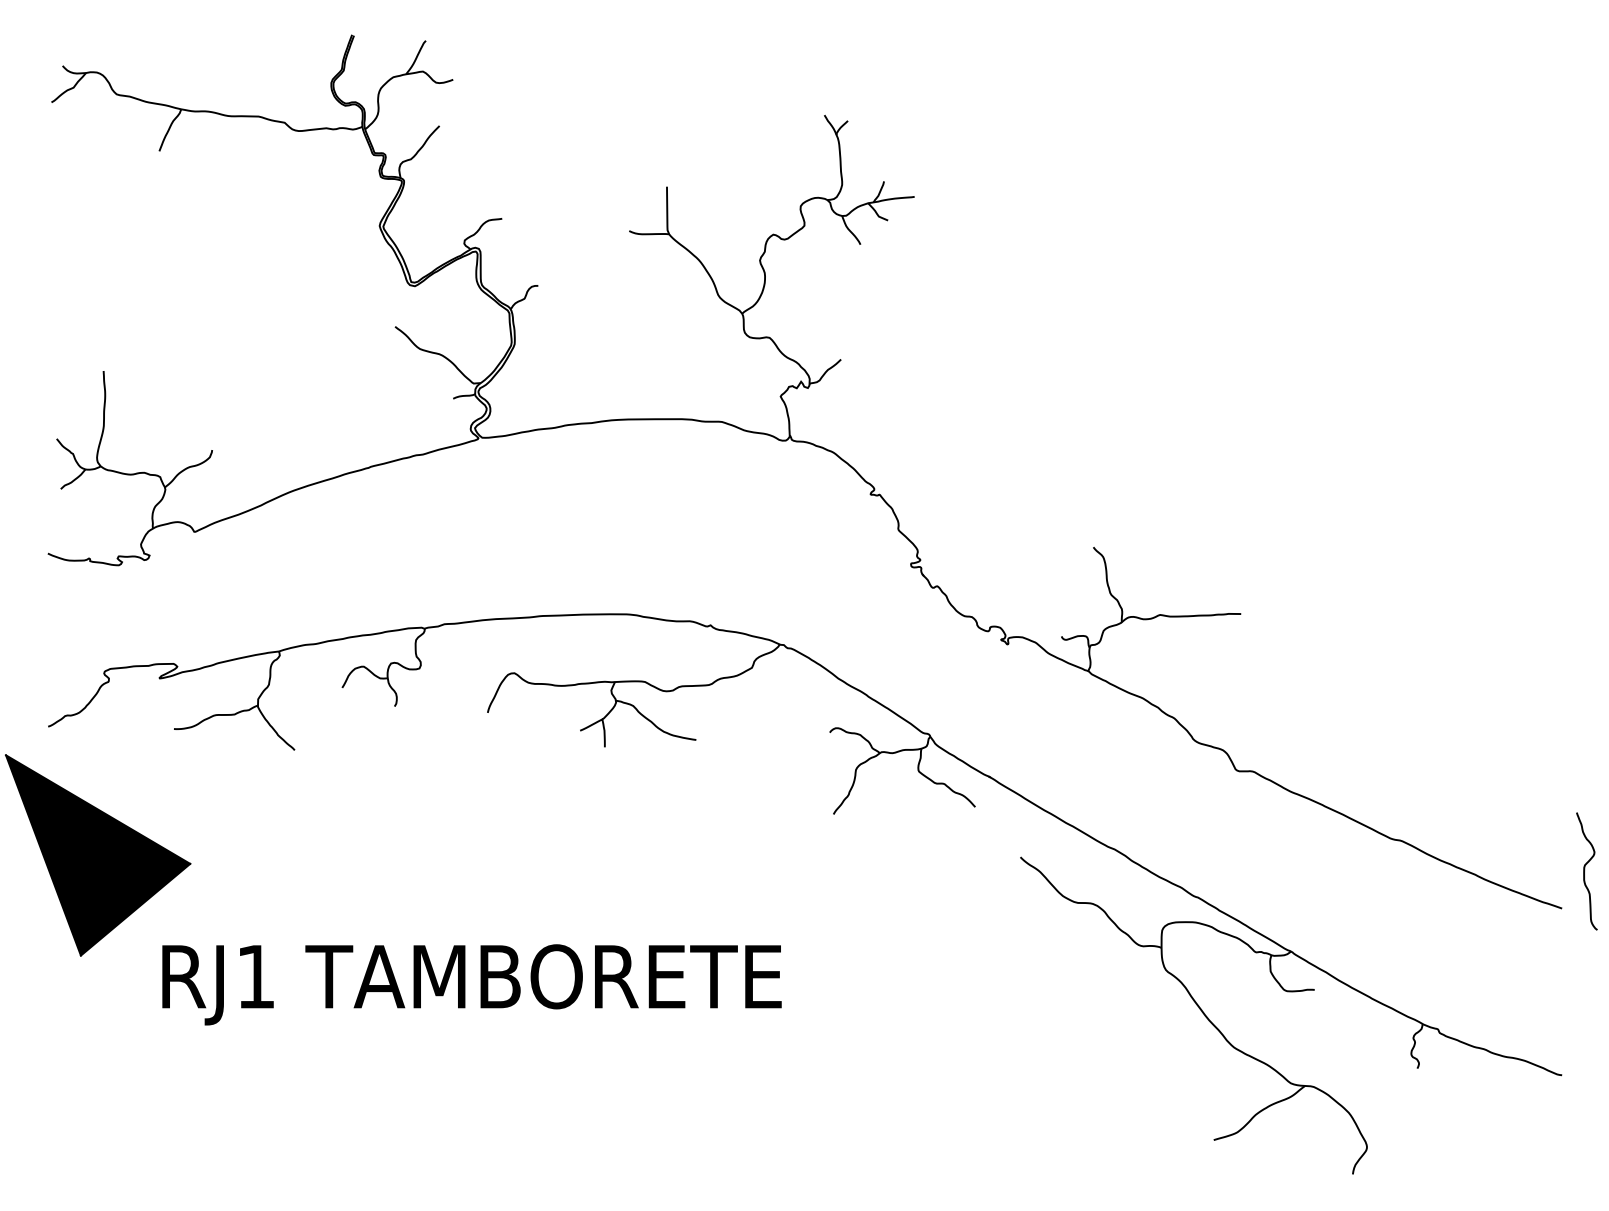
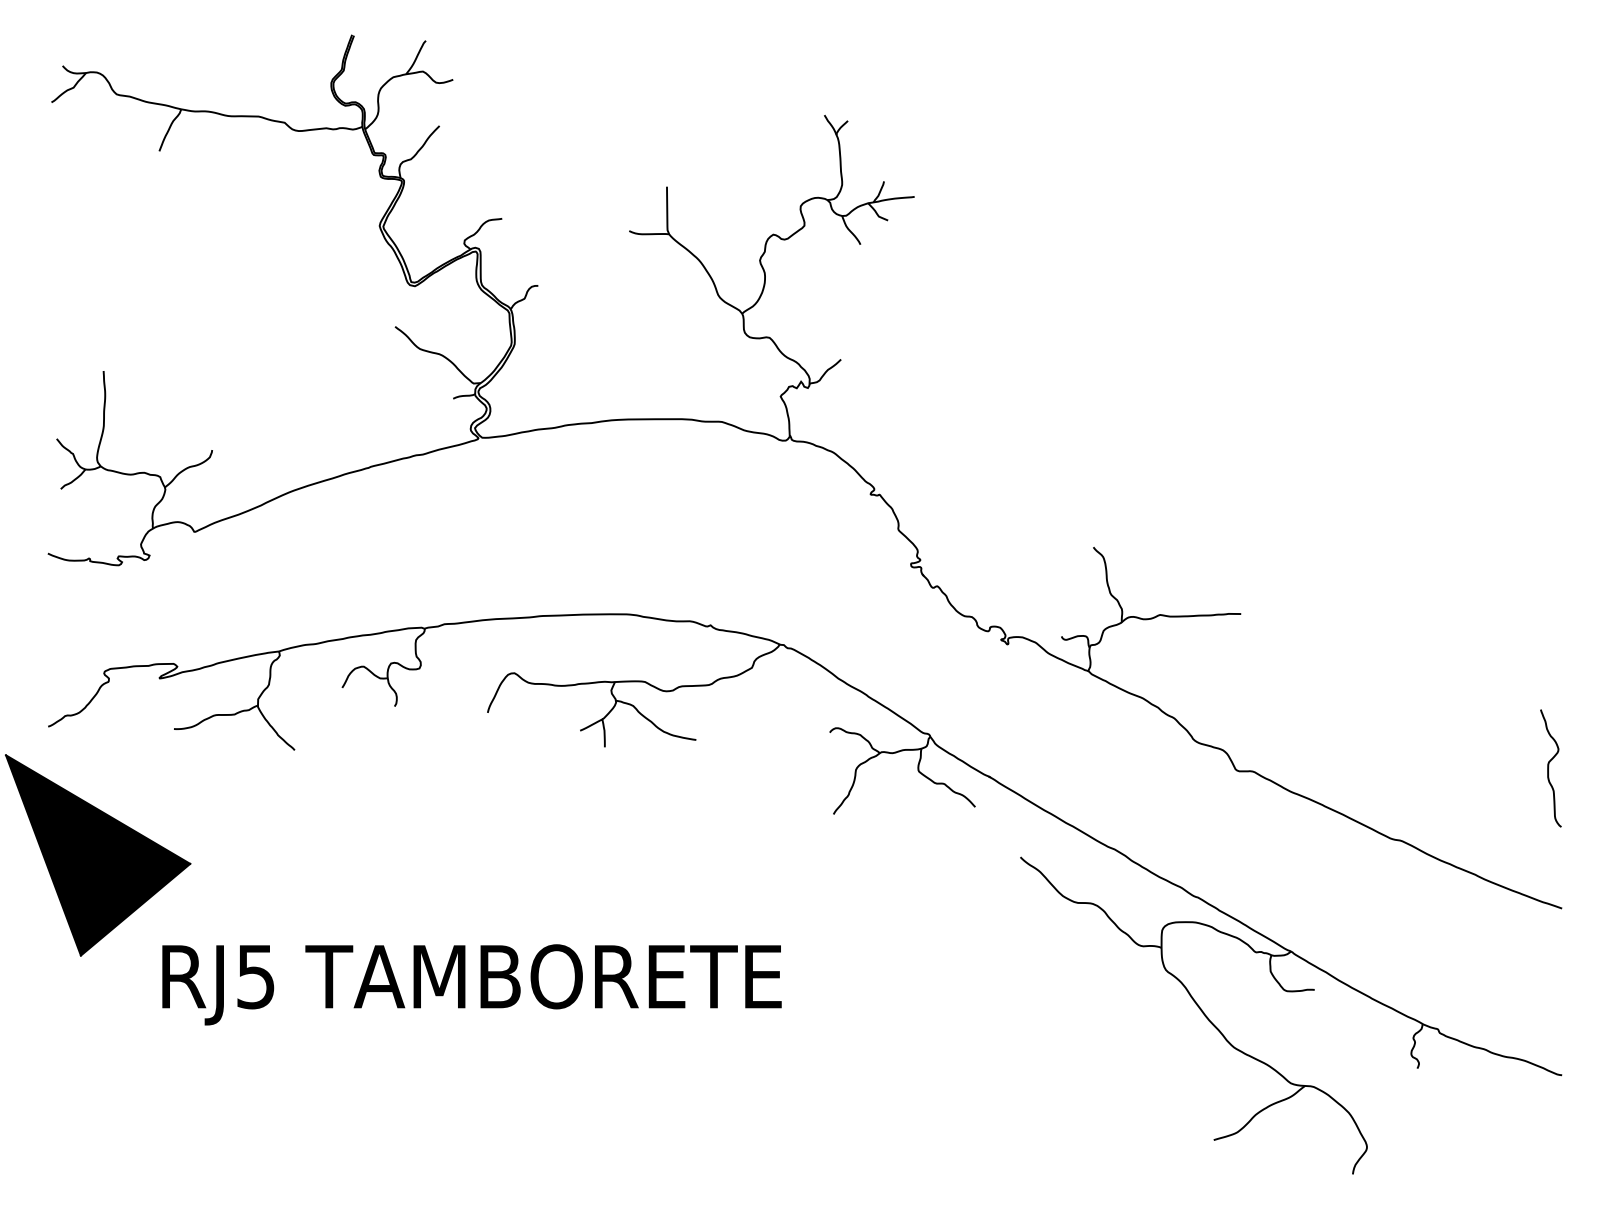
curve at (1585, 870) position: (1585, 870) -> (1549, 767)
text at (255, 977): RJ1 -> RJ5
